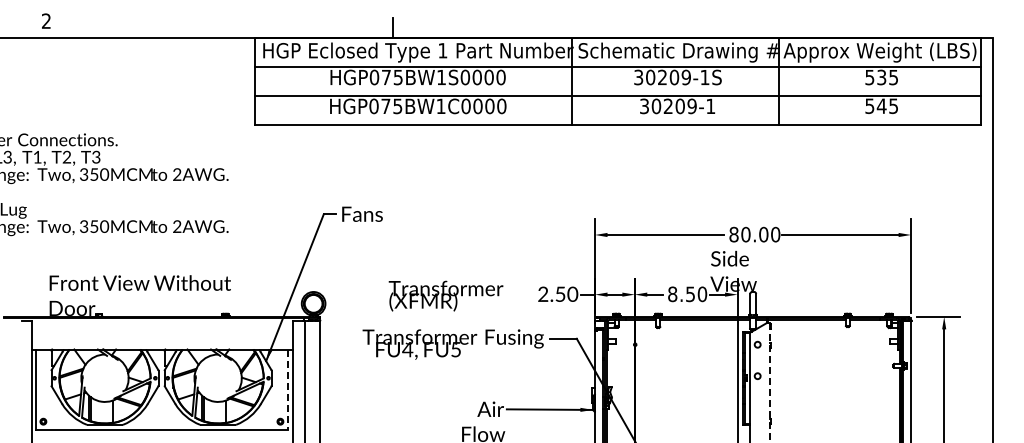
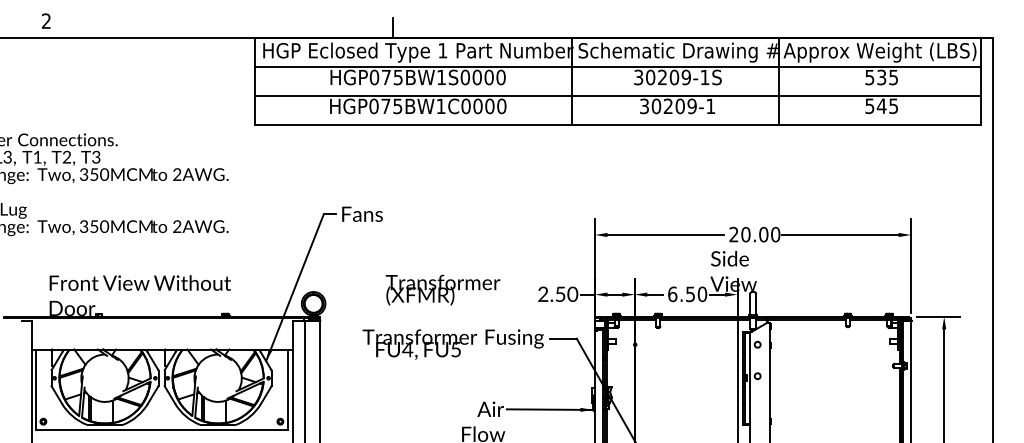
text at (733, 234): 80.00 -> 20.00
text at (672, 293): 8.50 -> 6.50
text at (445, 295) position: (445, 295) -> (442, 289)
line at (769, 382): dashed -> solid
line at (288, 390): dashed -> solid
